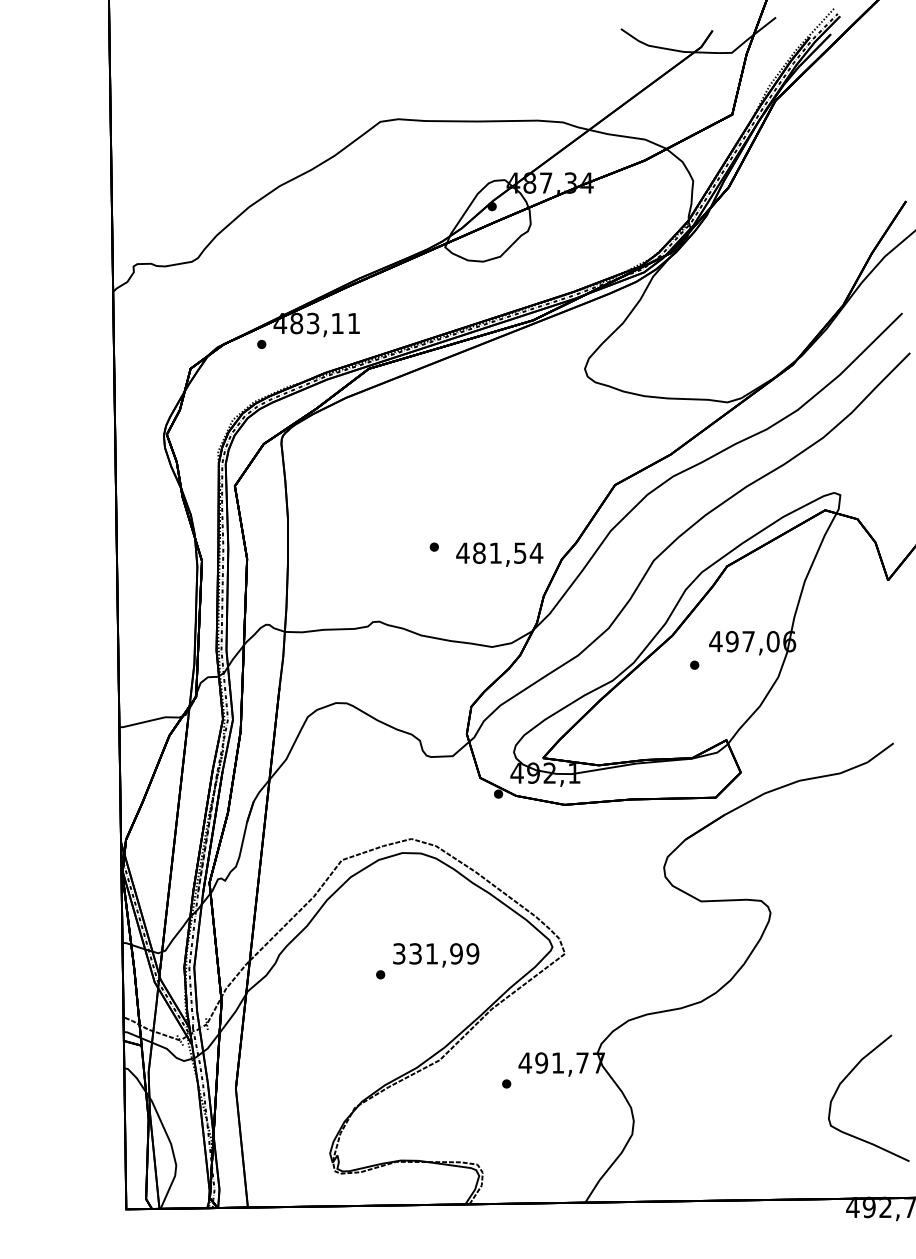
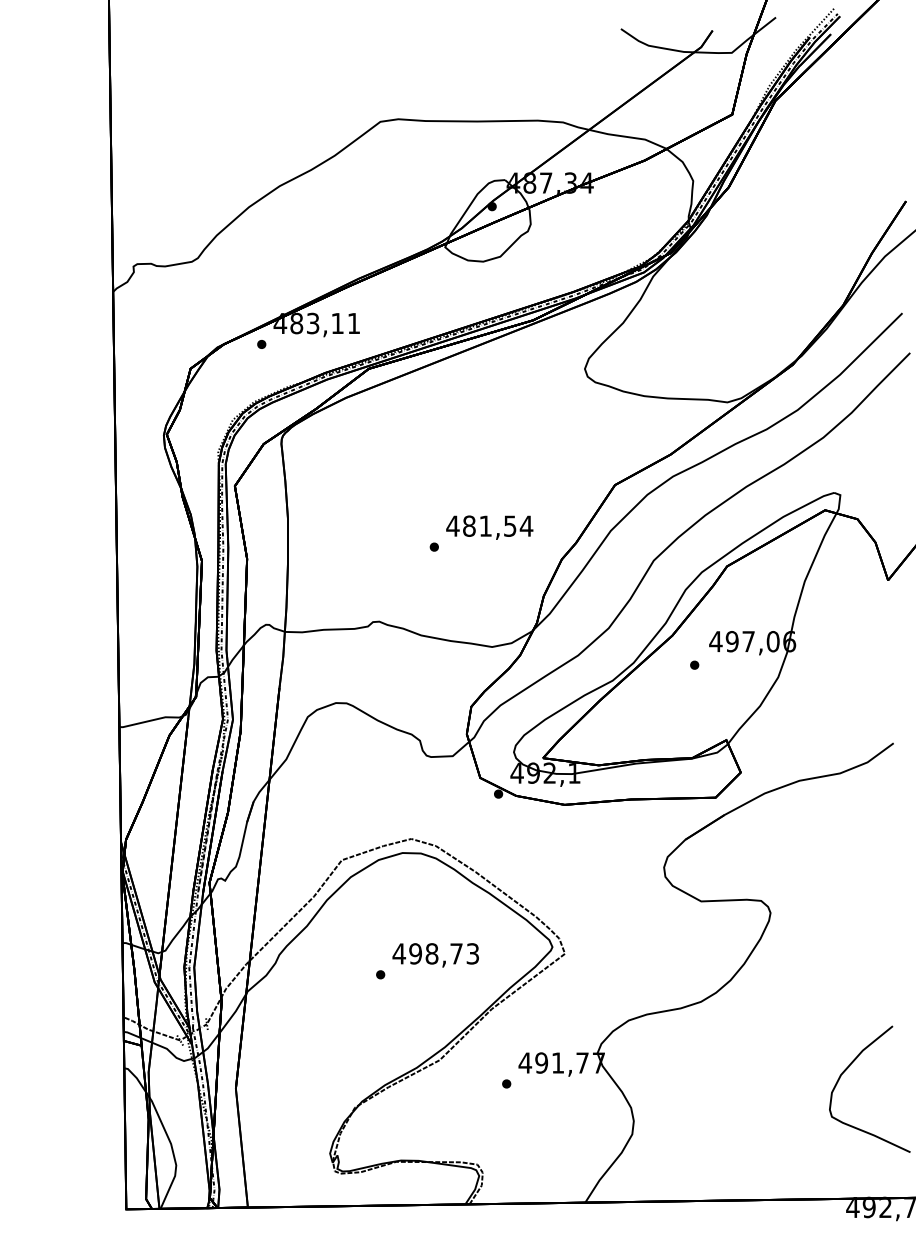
text at (499, 554) position: (499, 554) -> (489, 527)
text at (435, 953): 331,99 -> 498,73
curve at (848, 1076) position: (848, 1076) -> (849, 1067)
